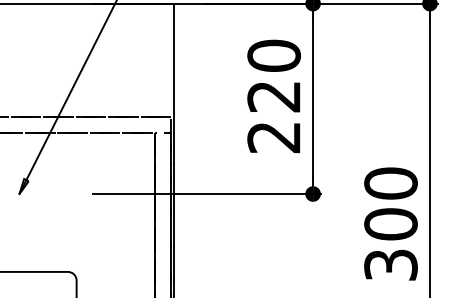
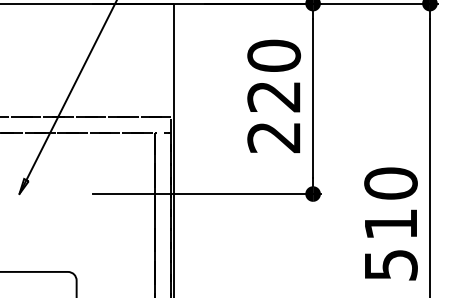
text at (390, 244): 300 -> 510
